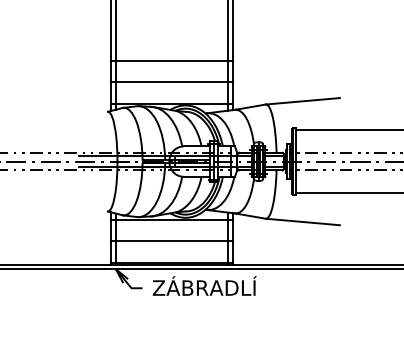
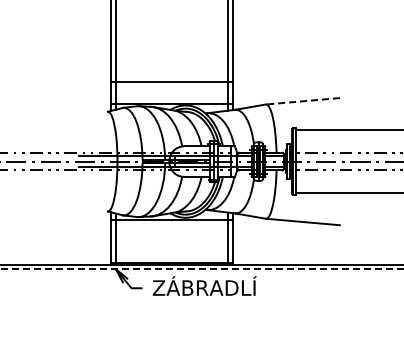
line at (171, 60): present -> none
line at (302, 101): solid -> dashed
line at (171, 241): present -> none
line at (202, 269): solid -> dashed
